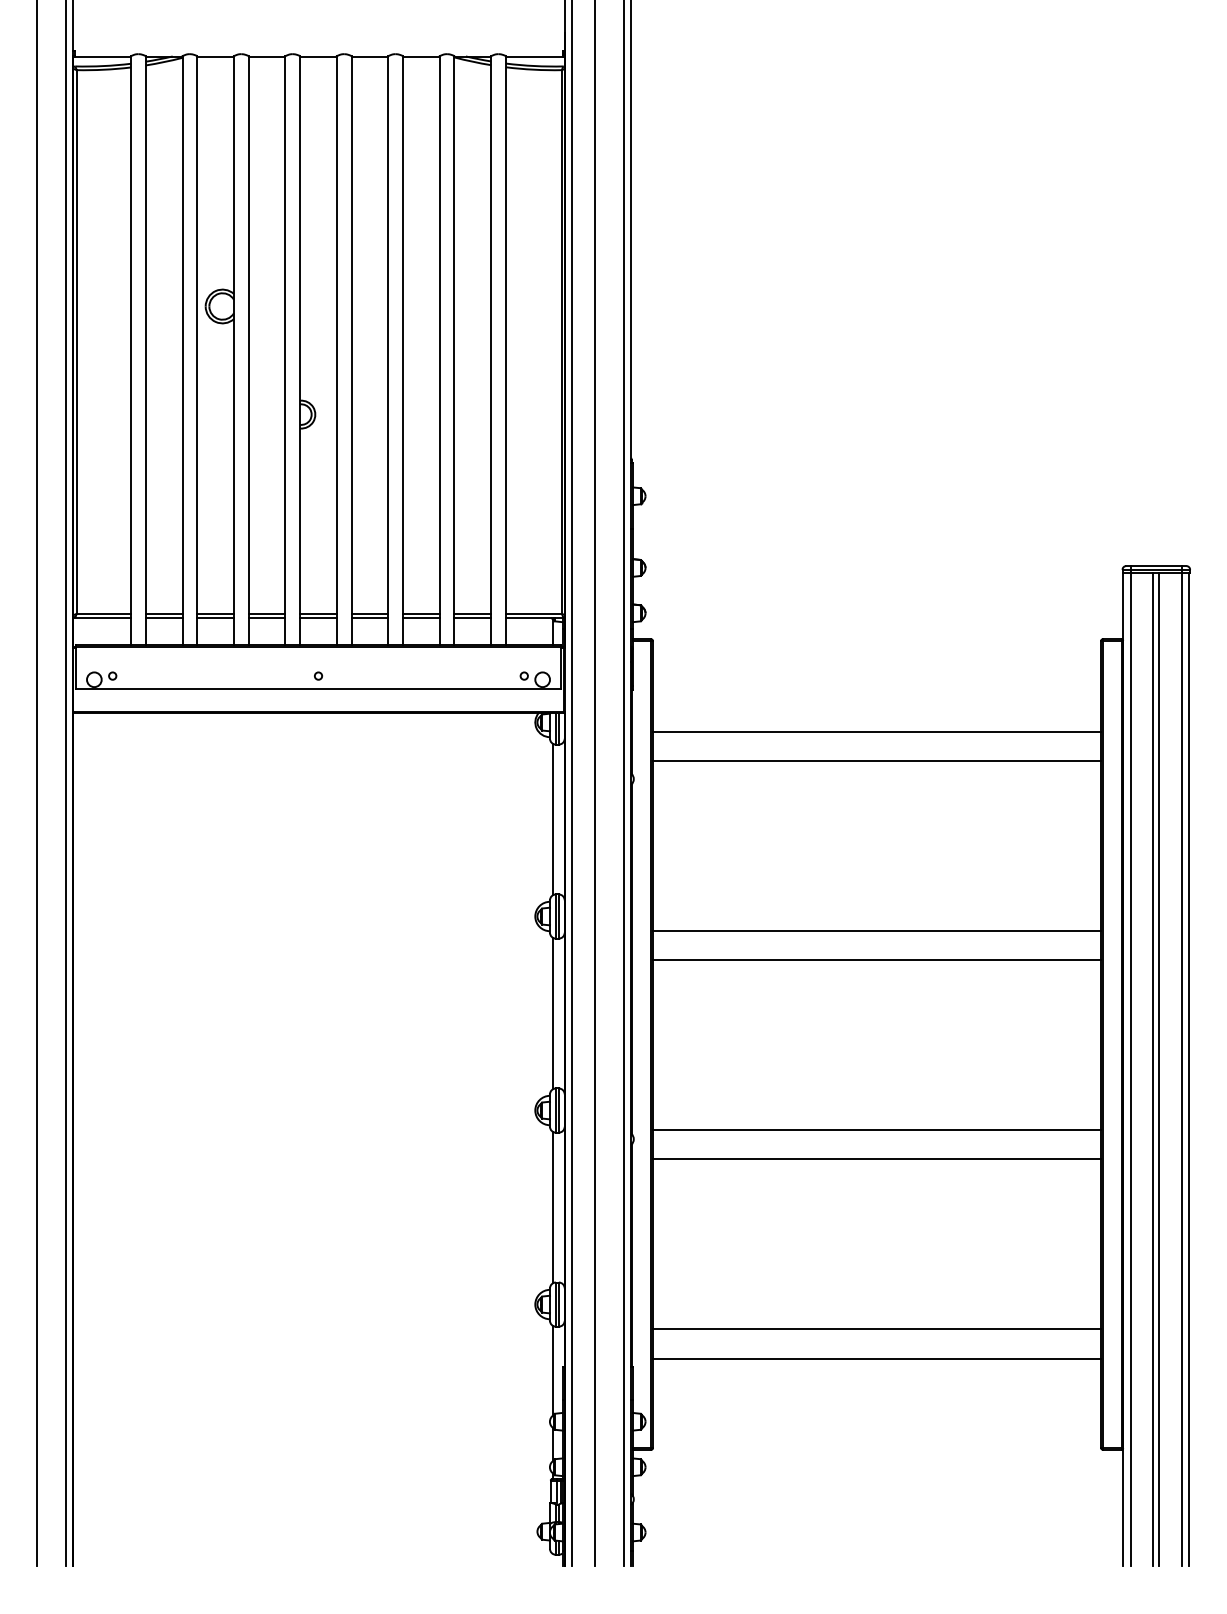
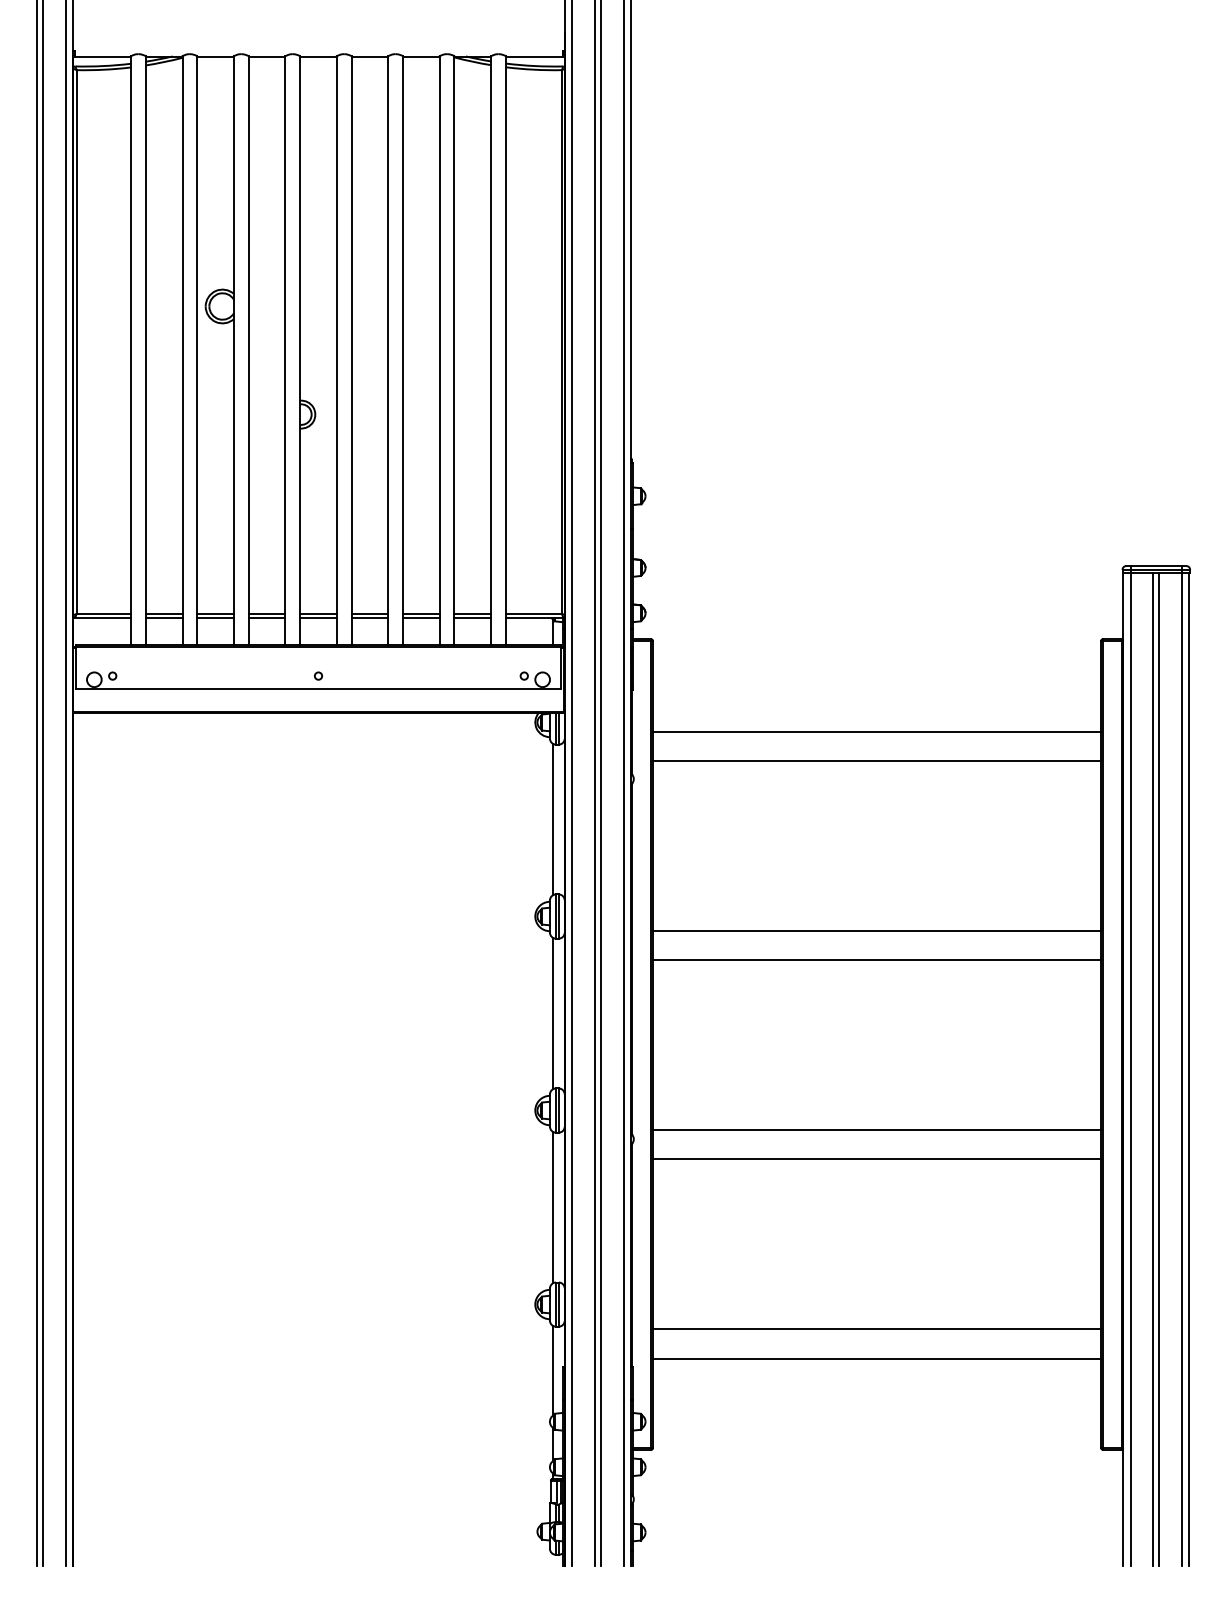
line at (42, 783): none -> present
line at (601, 783): none -> present
